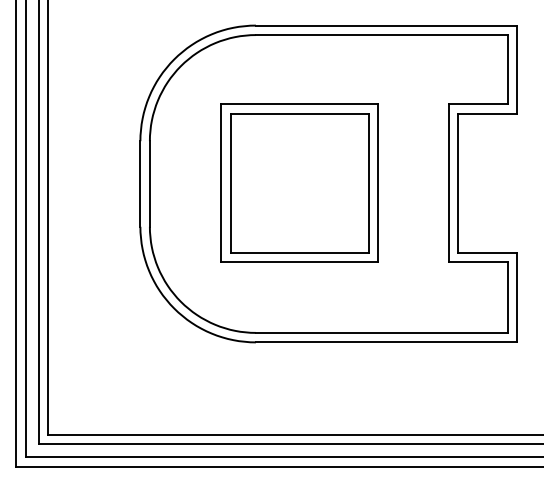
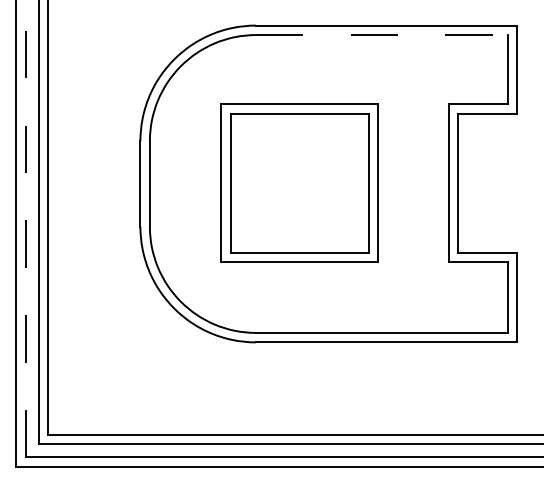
line at (381, 35): solid -> dashed
line at (25, 228): solid -> dashed
